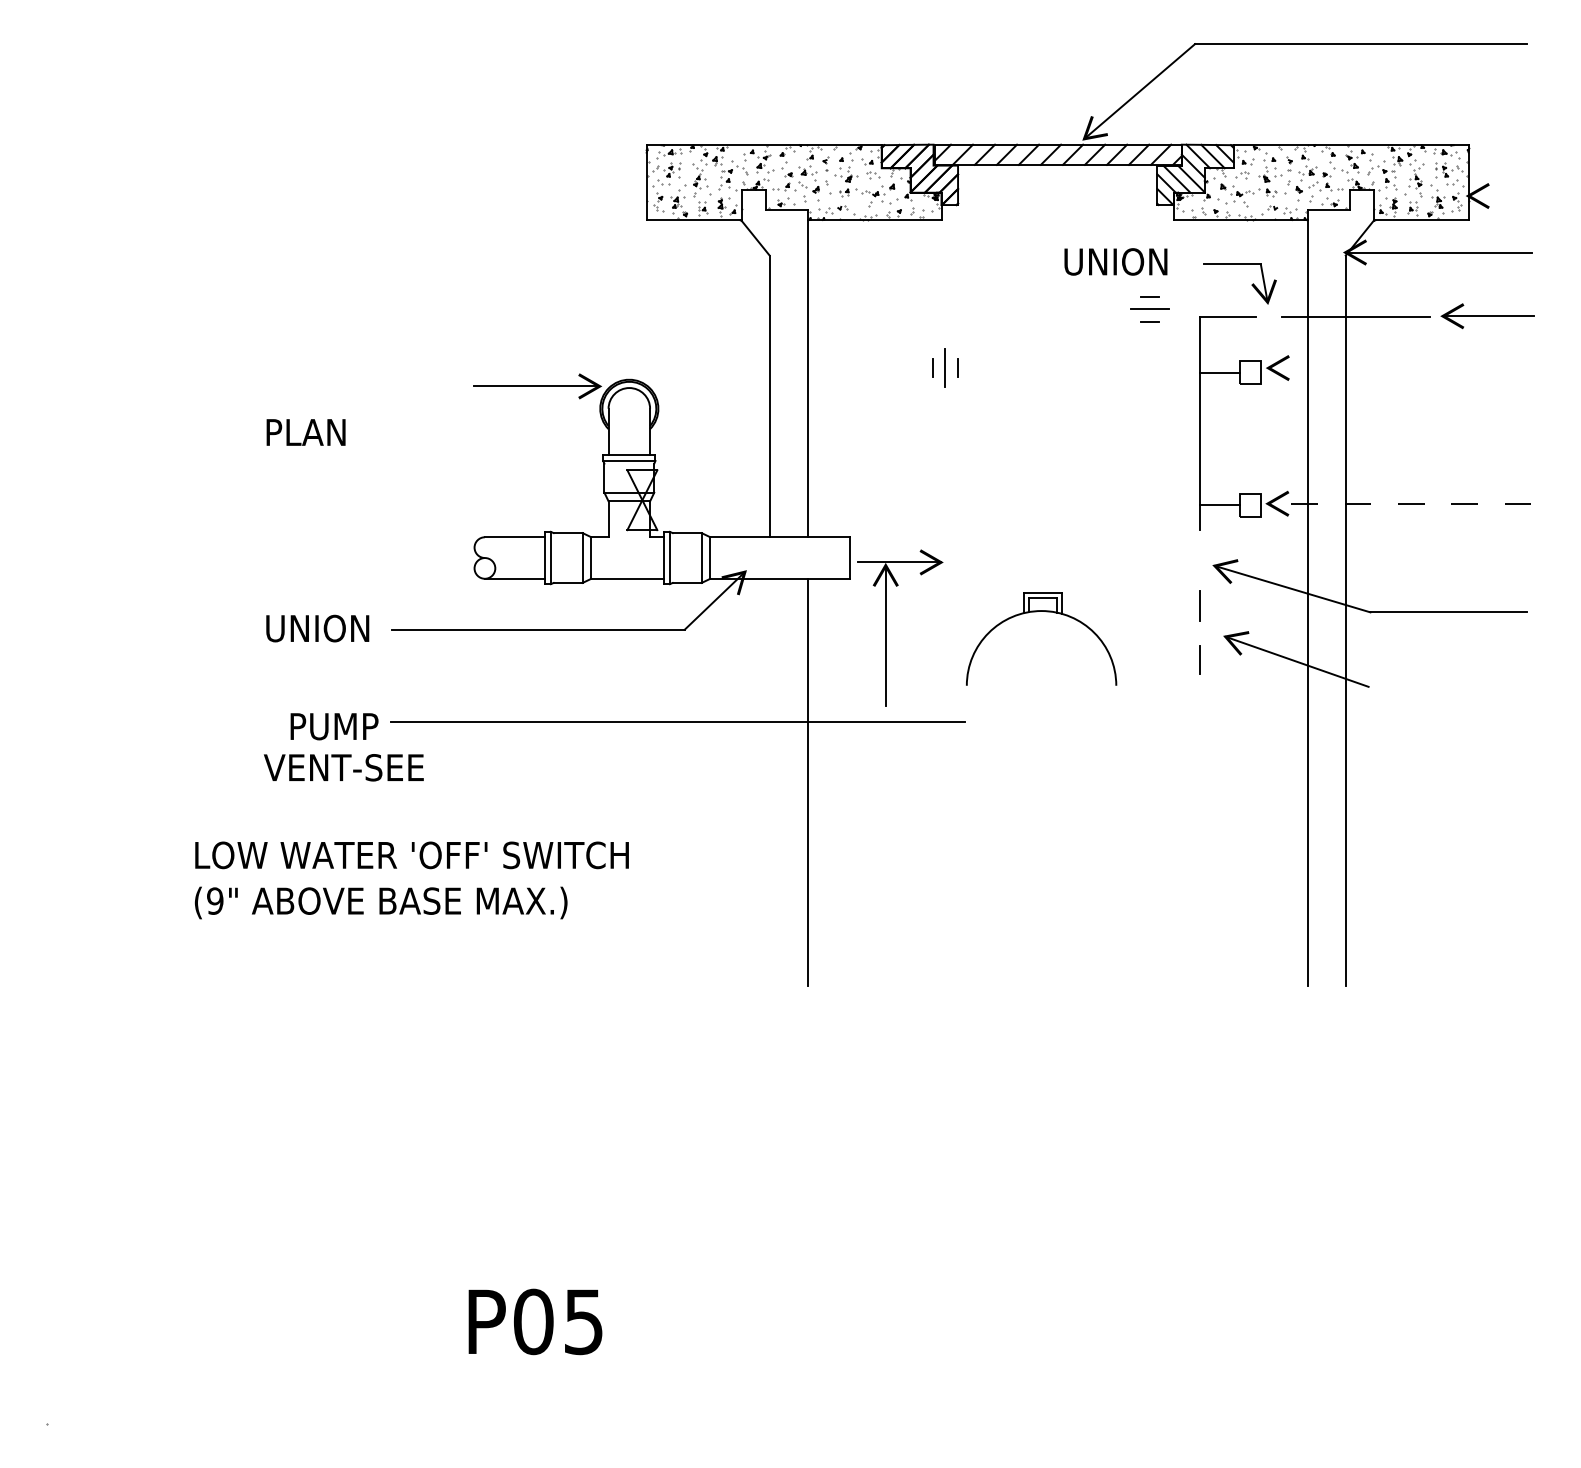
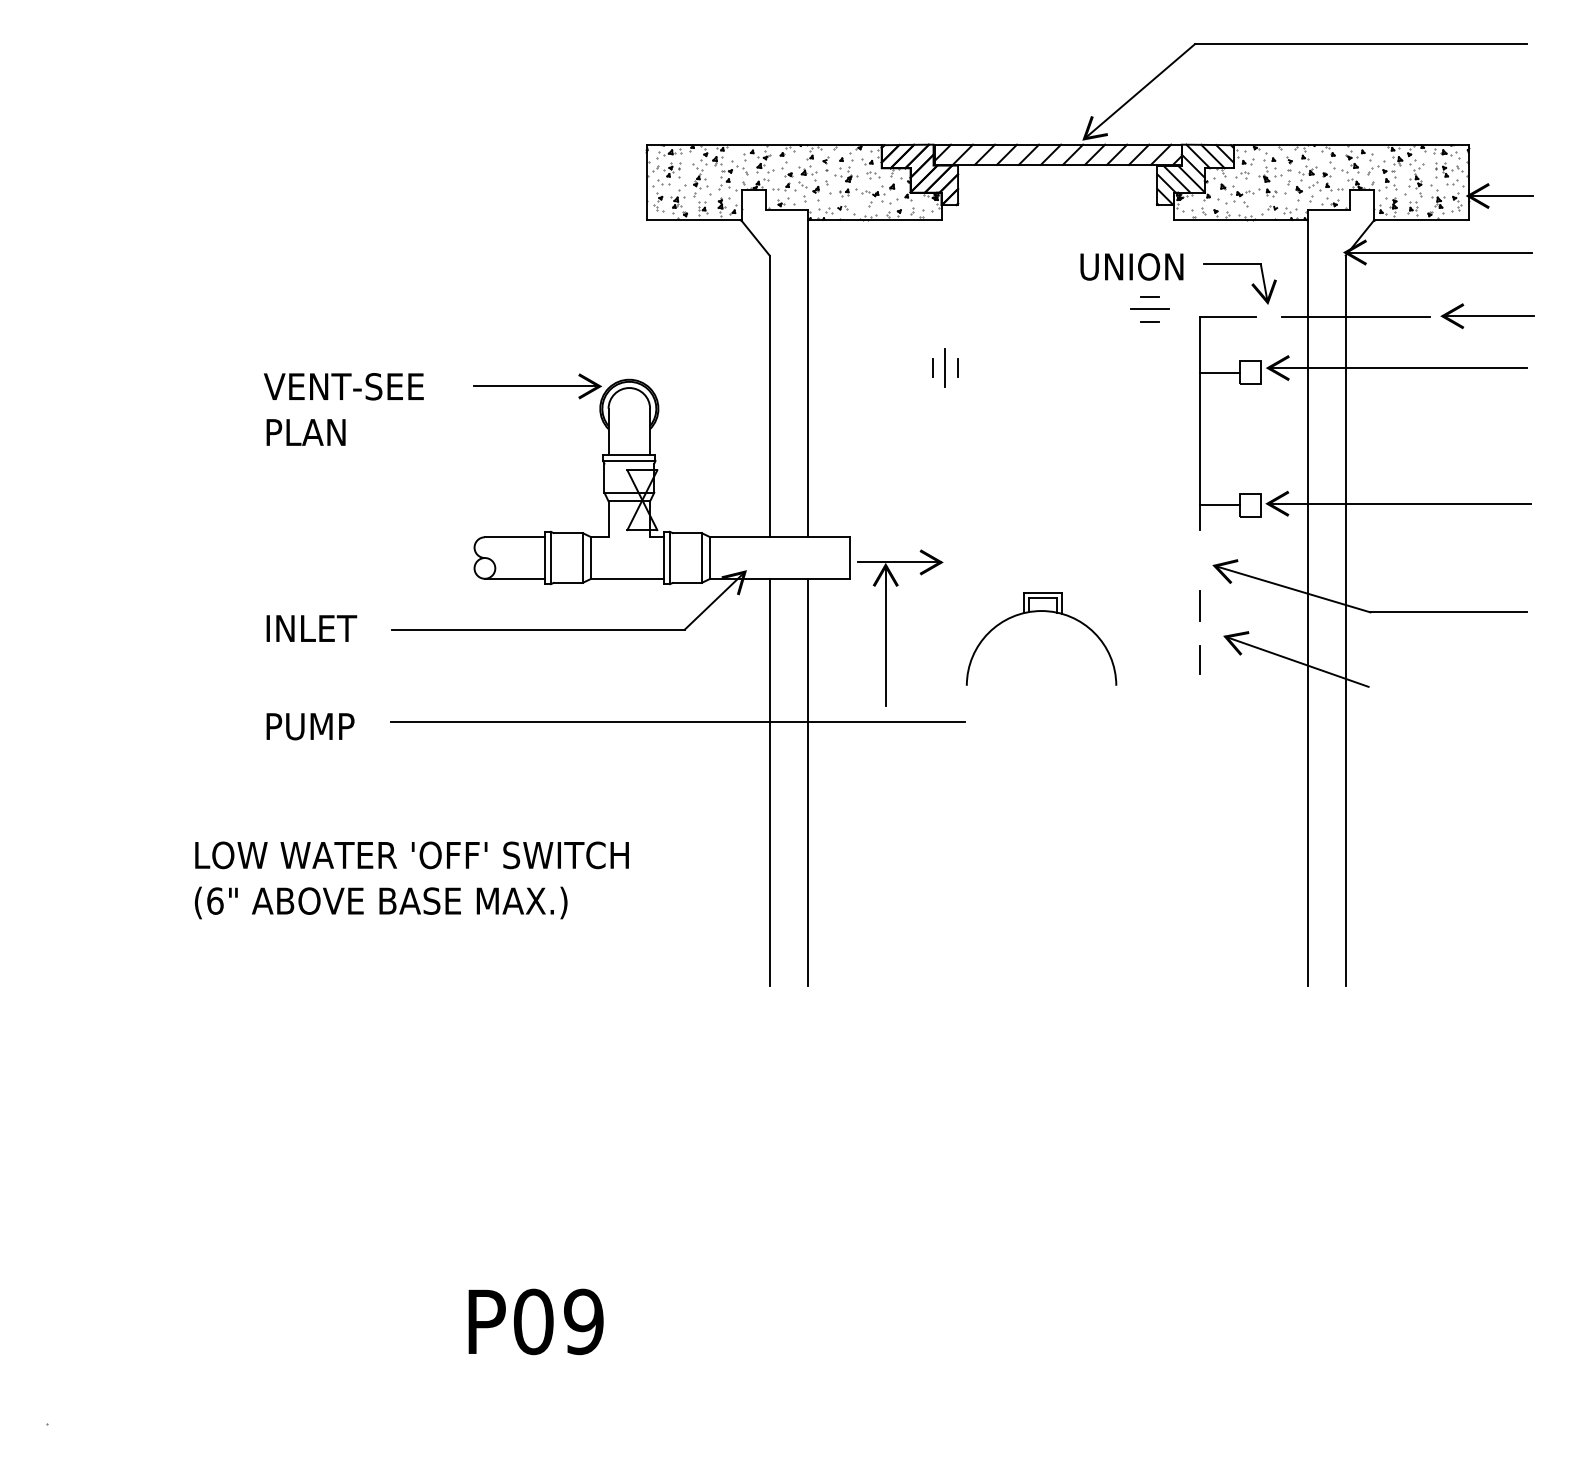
line at (1500, 196): none -> present
text at (1115, 261) position: (1115, 261) -> (1131, 266)
line at (1397, 368): none -> present
line at (1399, 503): dashed -> solid
text at (317, 628): UNION -> INLET
text at (334, 726) position: (334, 726) -> (310, 726)
text at (343, 767) position: (343, 767) -> (343, 386)
line at (769, 781): none -> present
text at (215, 900): (9" -> (6"
text at (583, 1321): P05 -> P09
